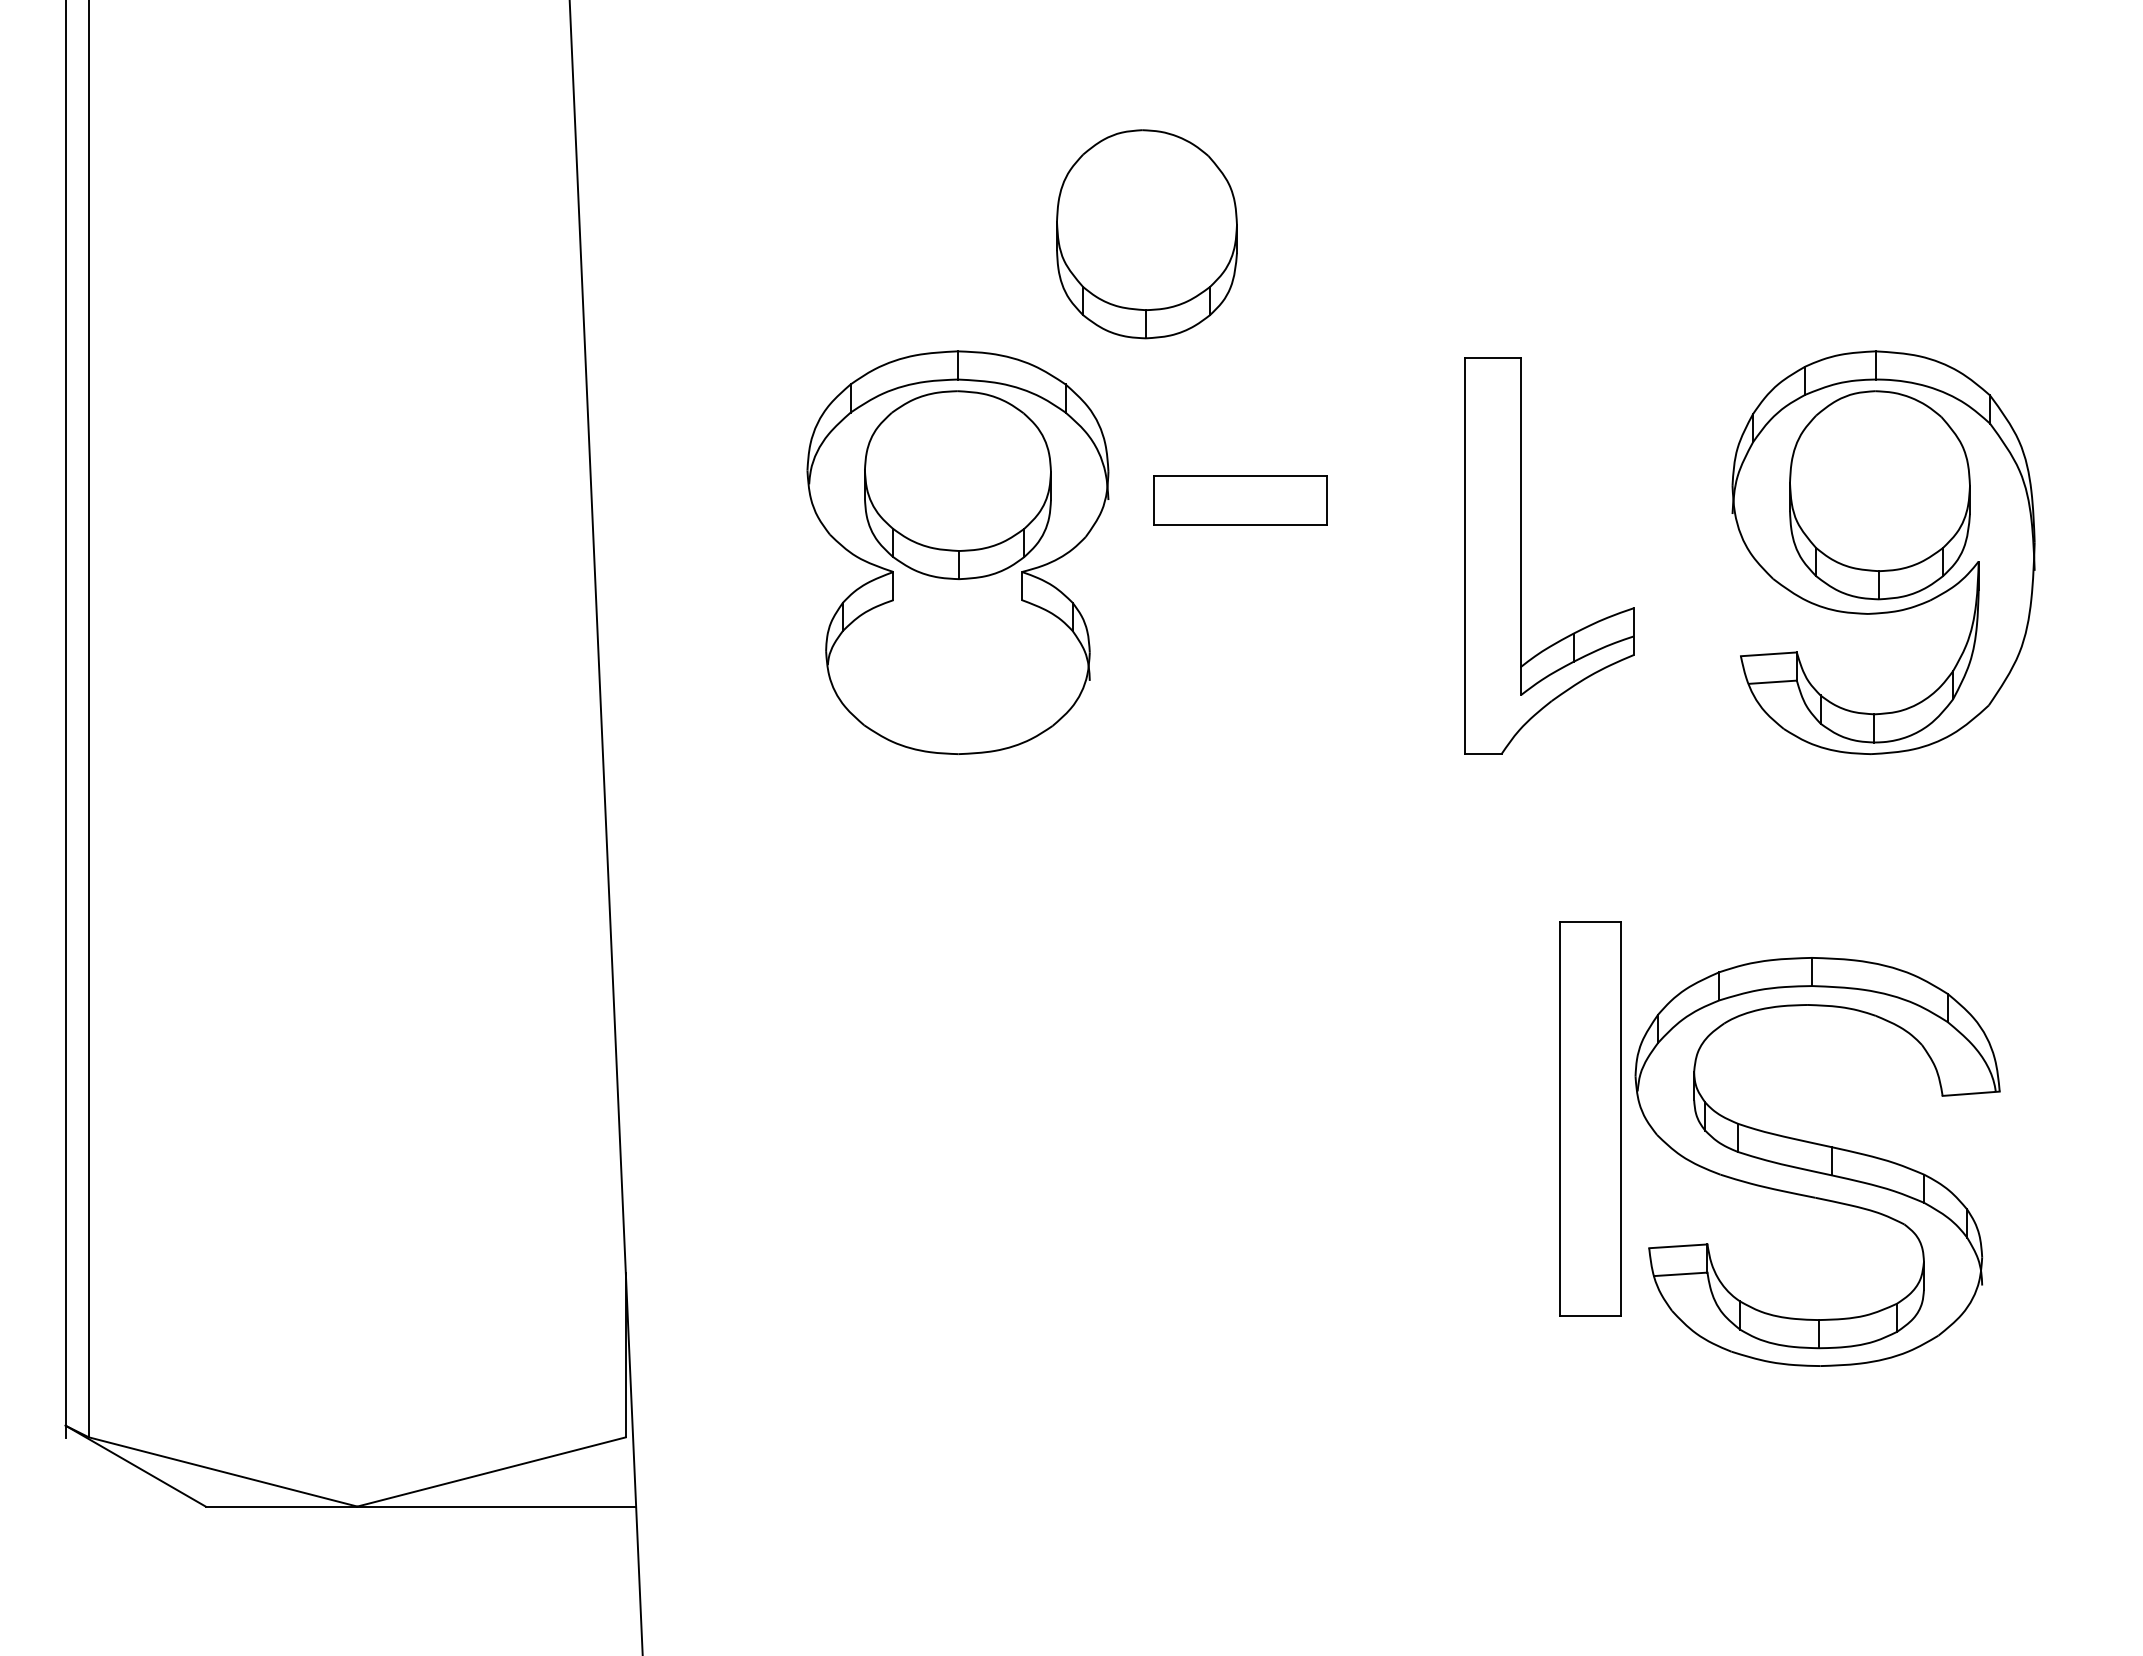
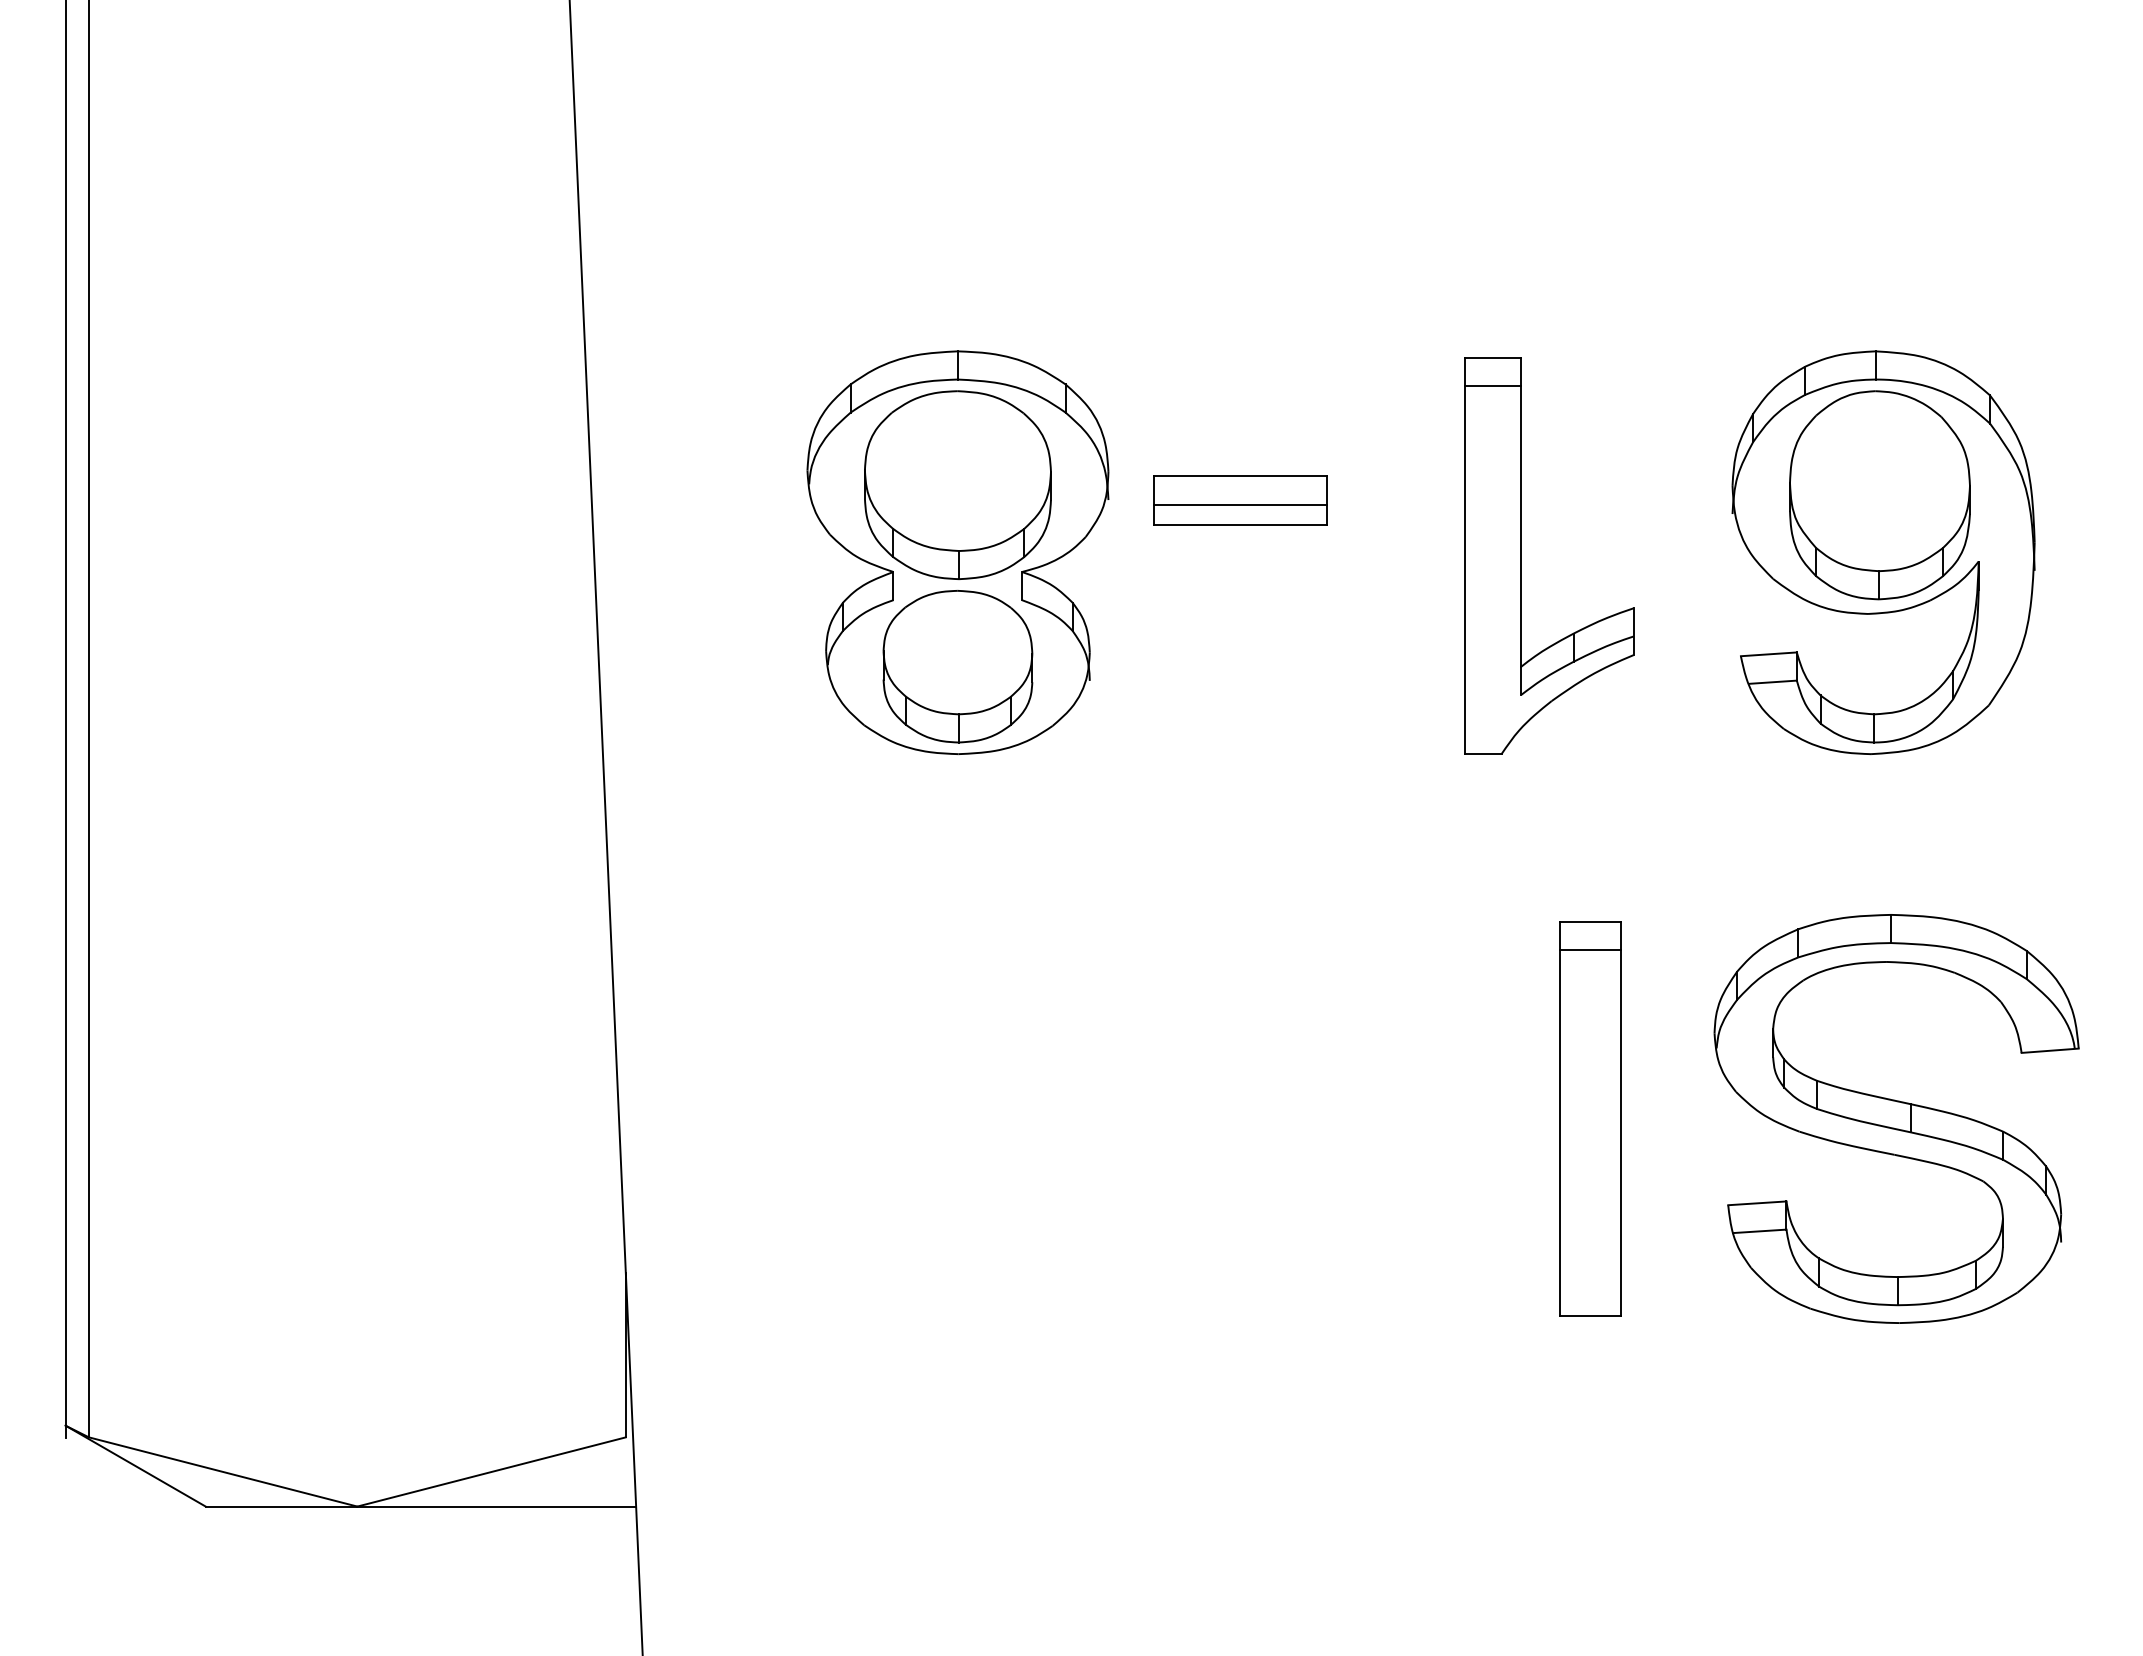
part at (1146, 234): present -> none
line at (1493, 386): none -> present
line at (1240, 504): none -> present
part at (957, 666): none -> present
line at (1590, 949): none -> present
part at (1817, 1161) position: (1817, 1161) -> (1896, 1118)
